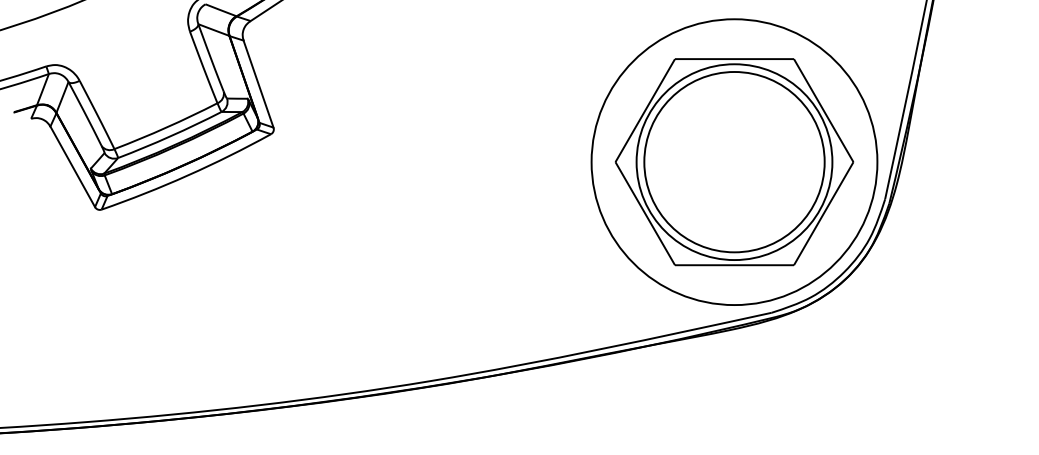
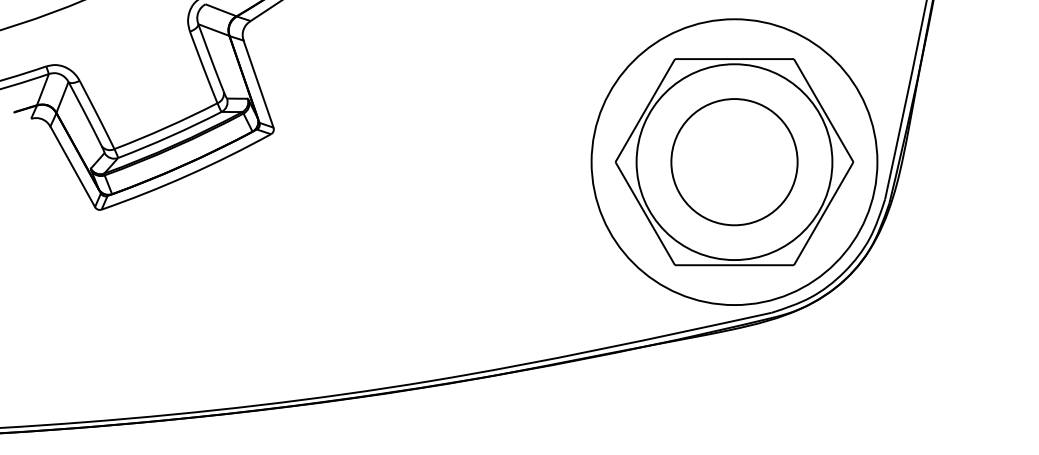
circle at (734, 162) diameter: 180 px -> 126 px
